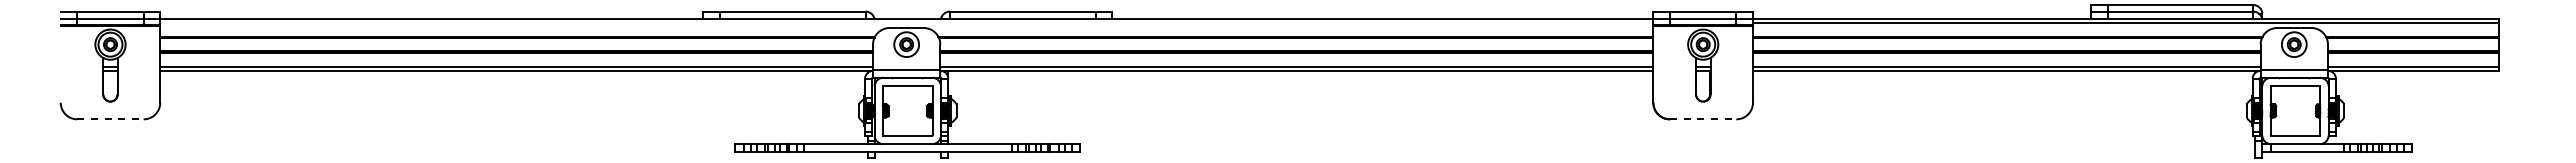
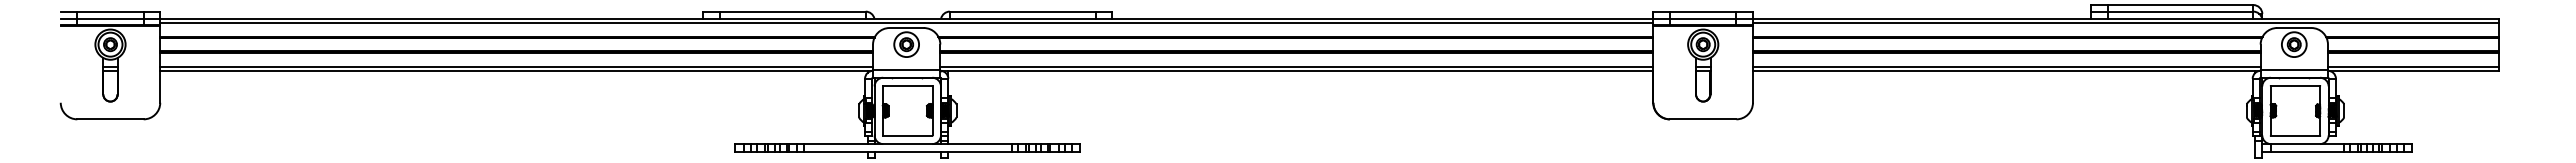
line at (906, 22): none -> present
line at (111, 119): dashed -> solid
line at (1703, 119): dashed -> solid
